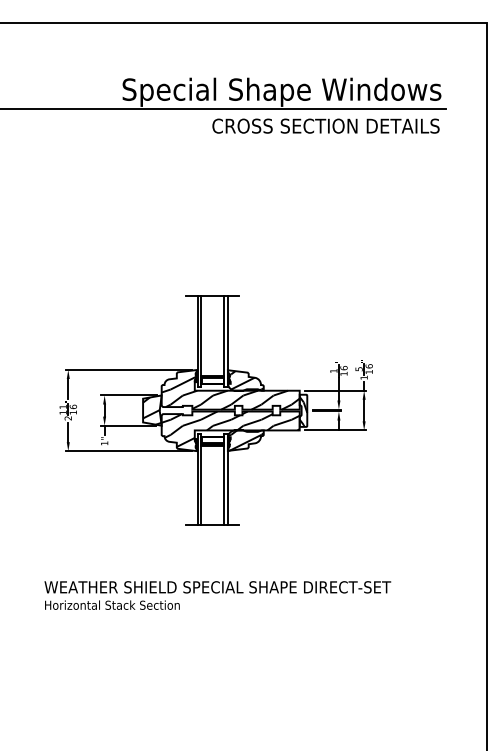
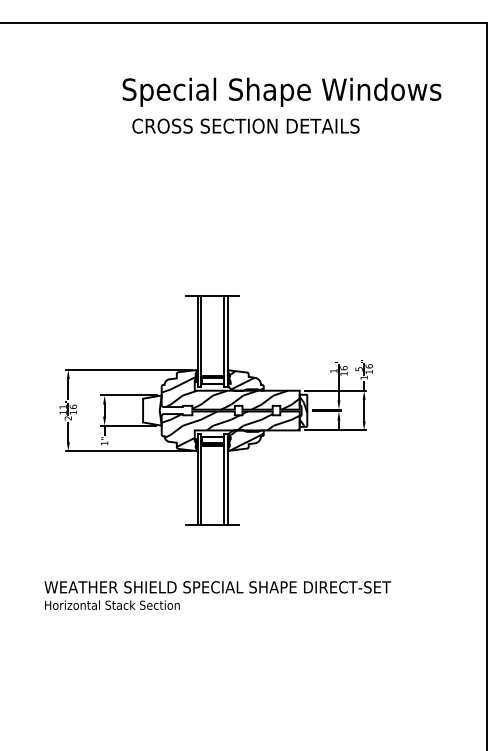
line at (223, 108): present -> none
text at (325, 125) position: (325, 125) -> (245, 125)
hatch at (152, 410): present -> none
